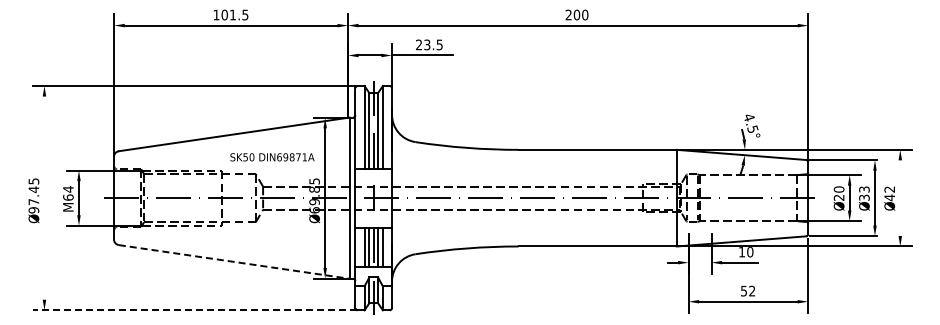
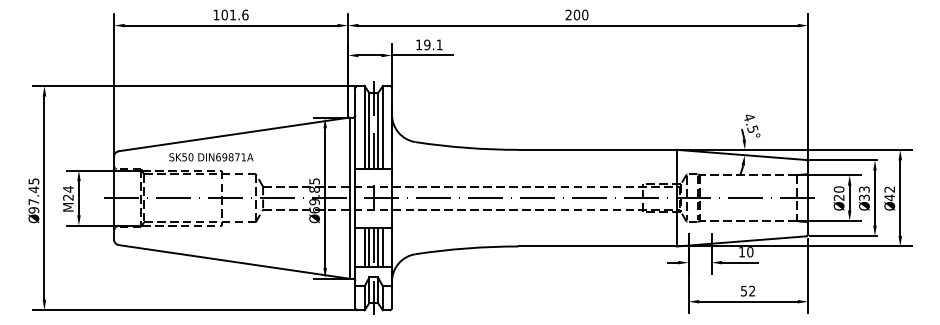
text at (245, 14): 101.5 -> 101.6
text at (429, 44): 23.5 -> 19.1
text at (272, 157) position: (272, 157) -> (211, 157)
line at (44, 197): none -> present
text at (68, 197): M64 -> M24
line at (900, 197): none -> present
line at (234, 261): dashed -> solid
line at (194, 310): dashed -> solid
